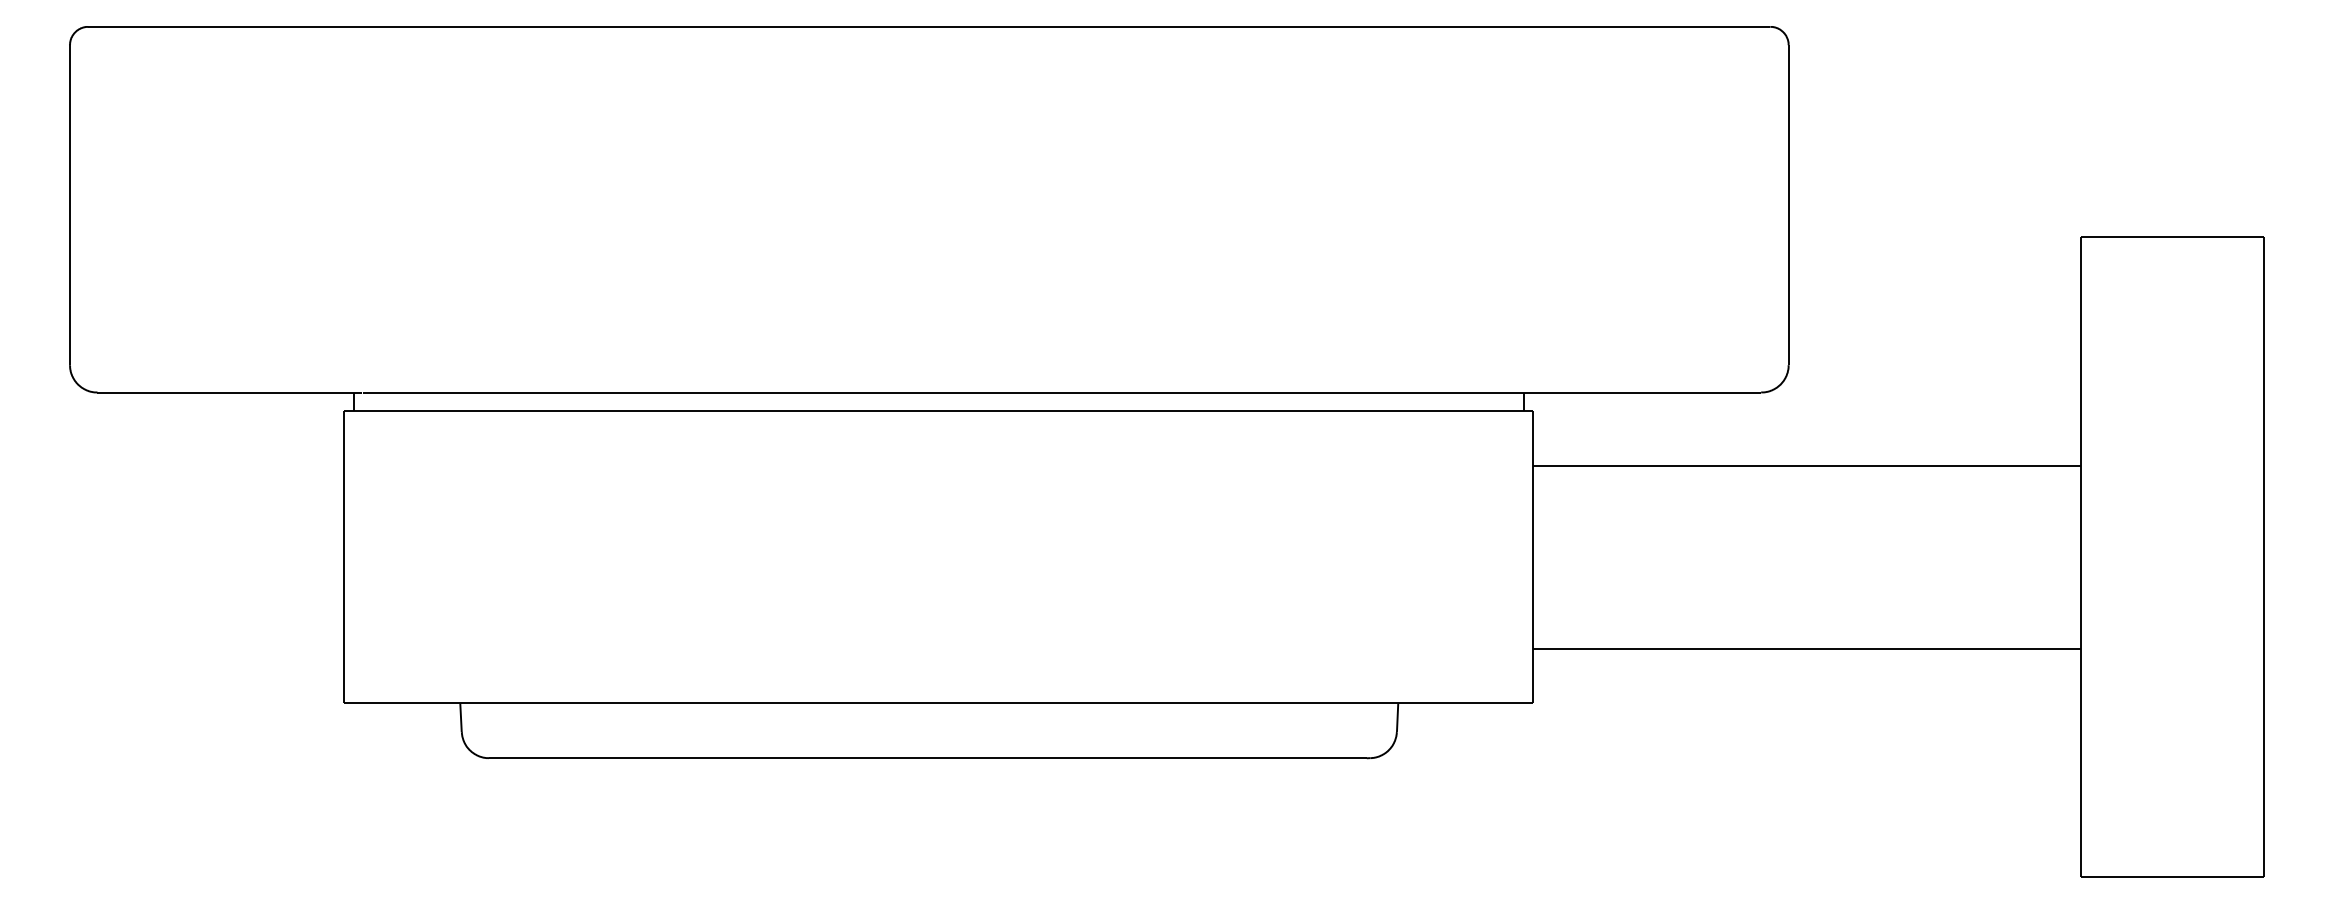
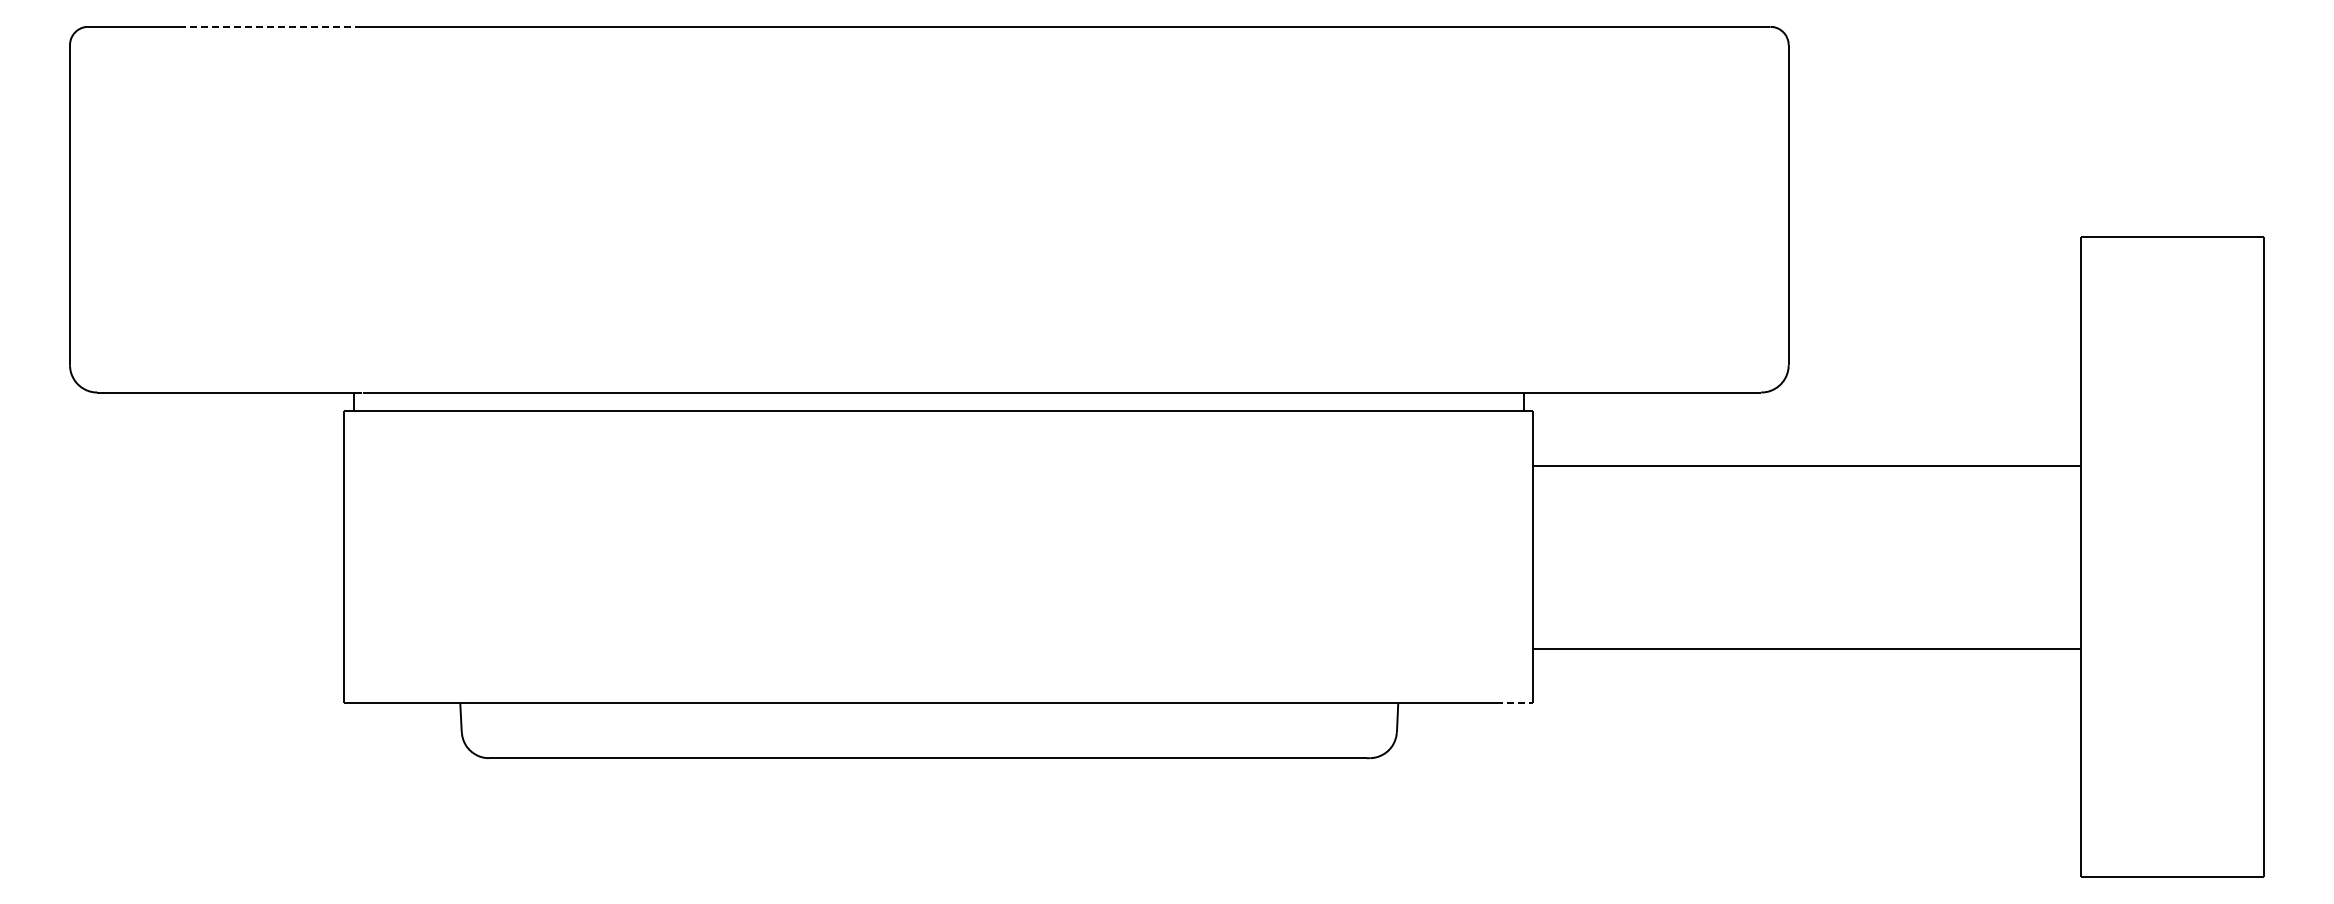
line at (272, 26): solid -> dashed
line at (1514, 703): solid -> dashed
